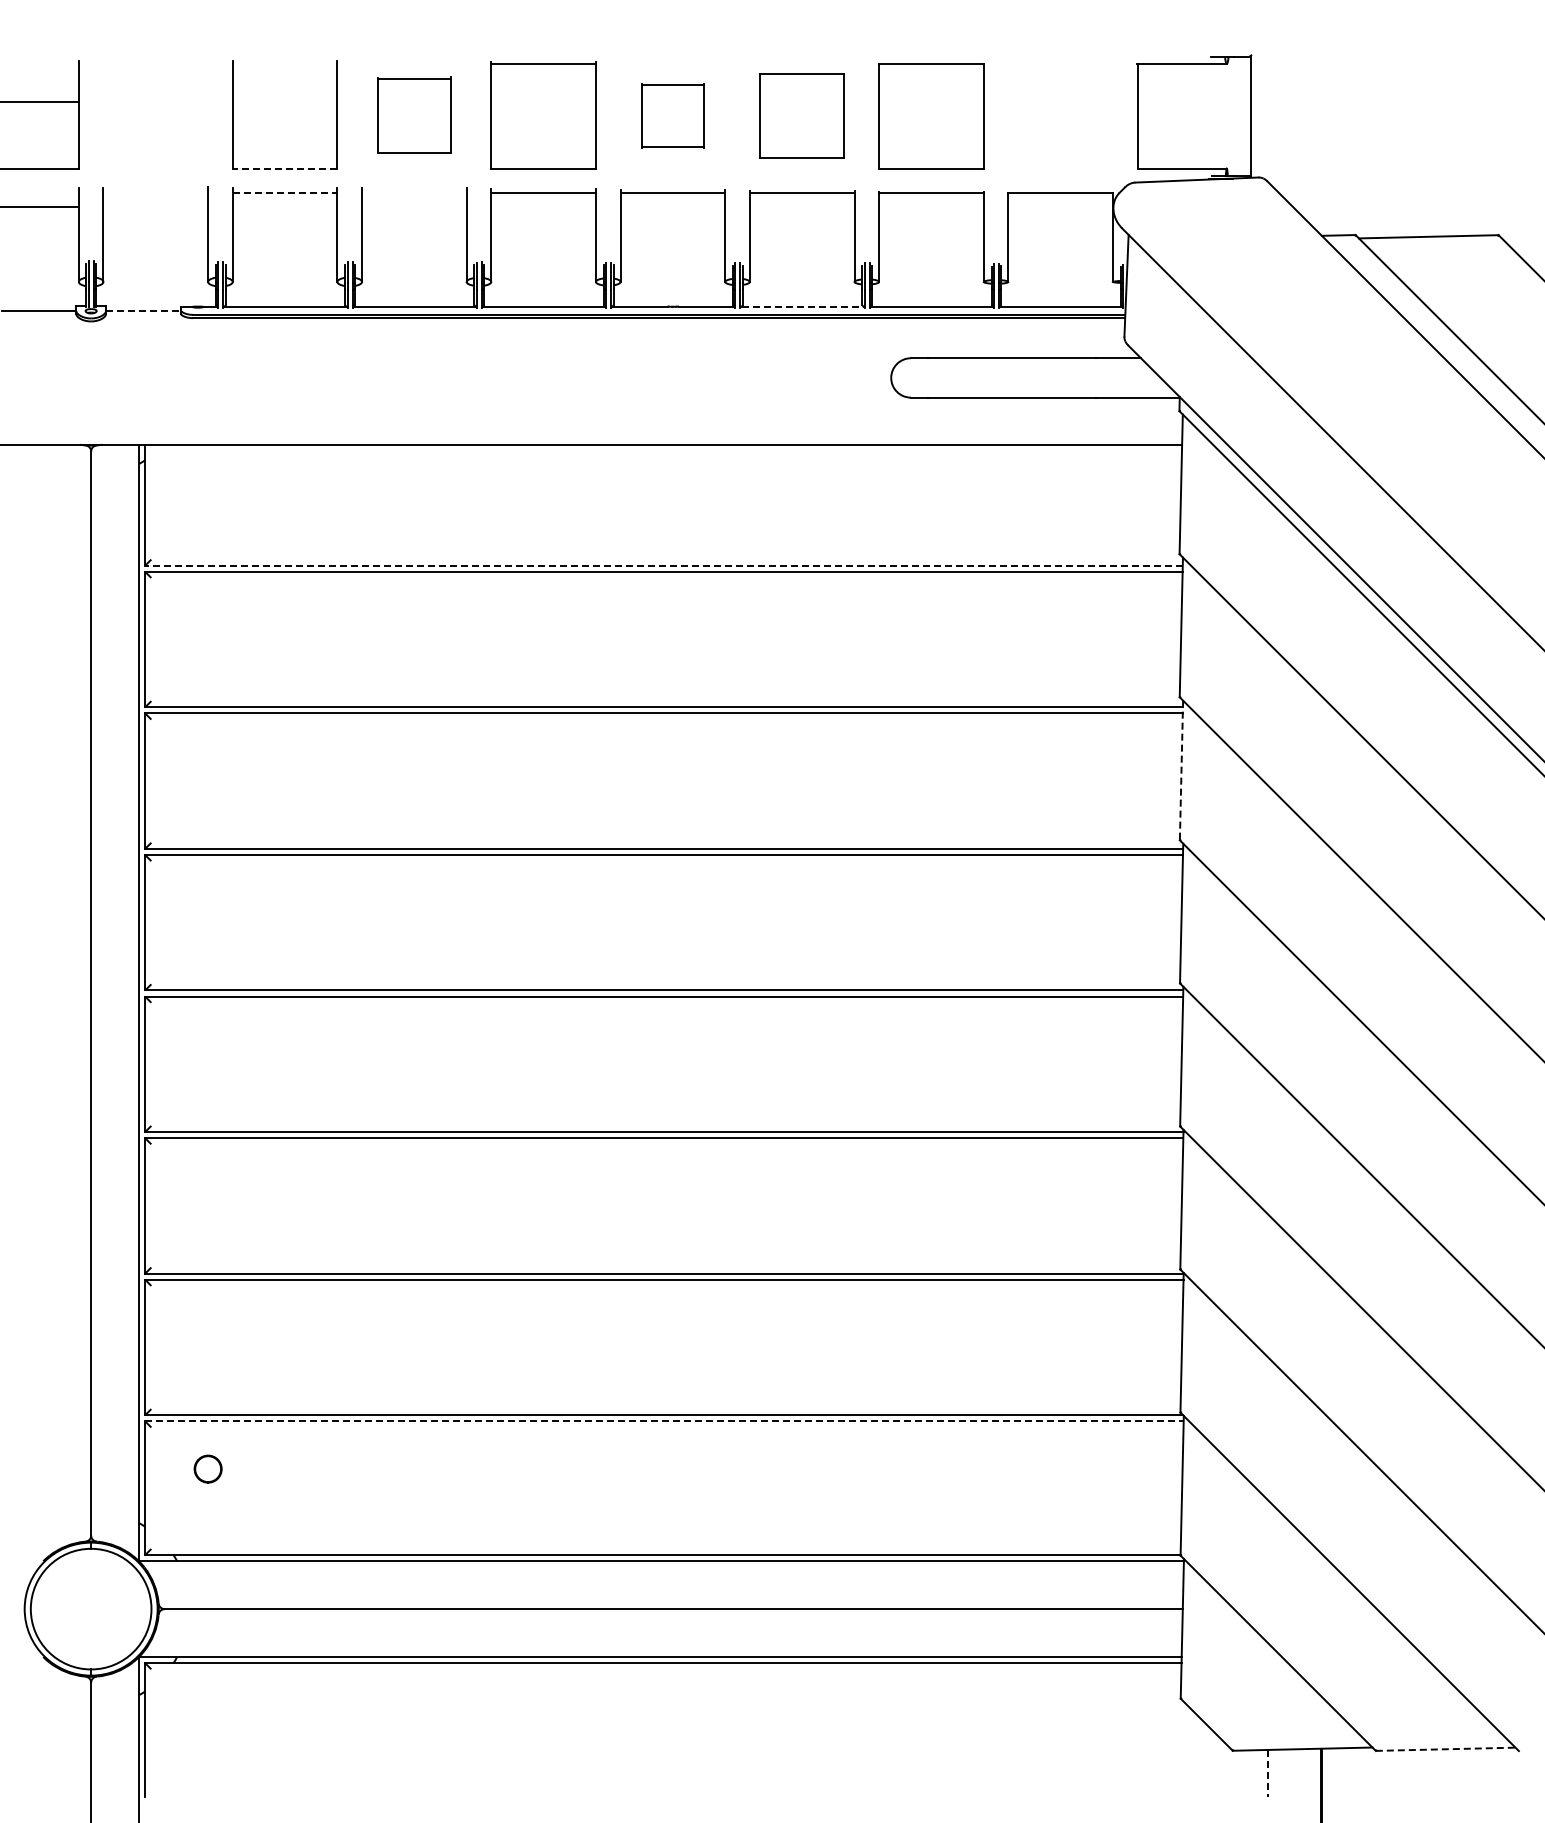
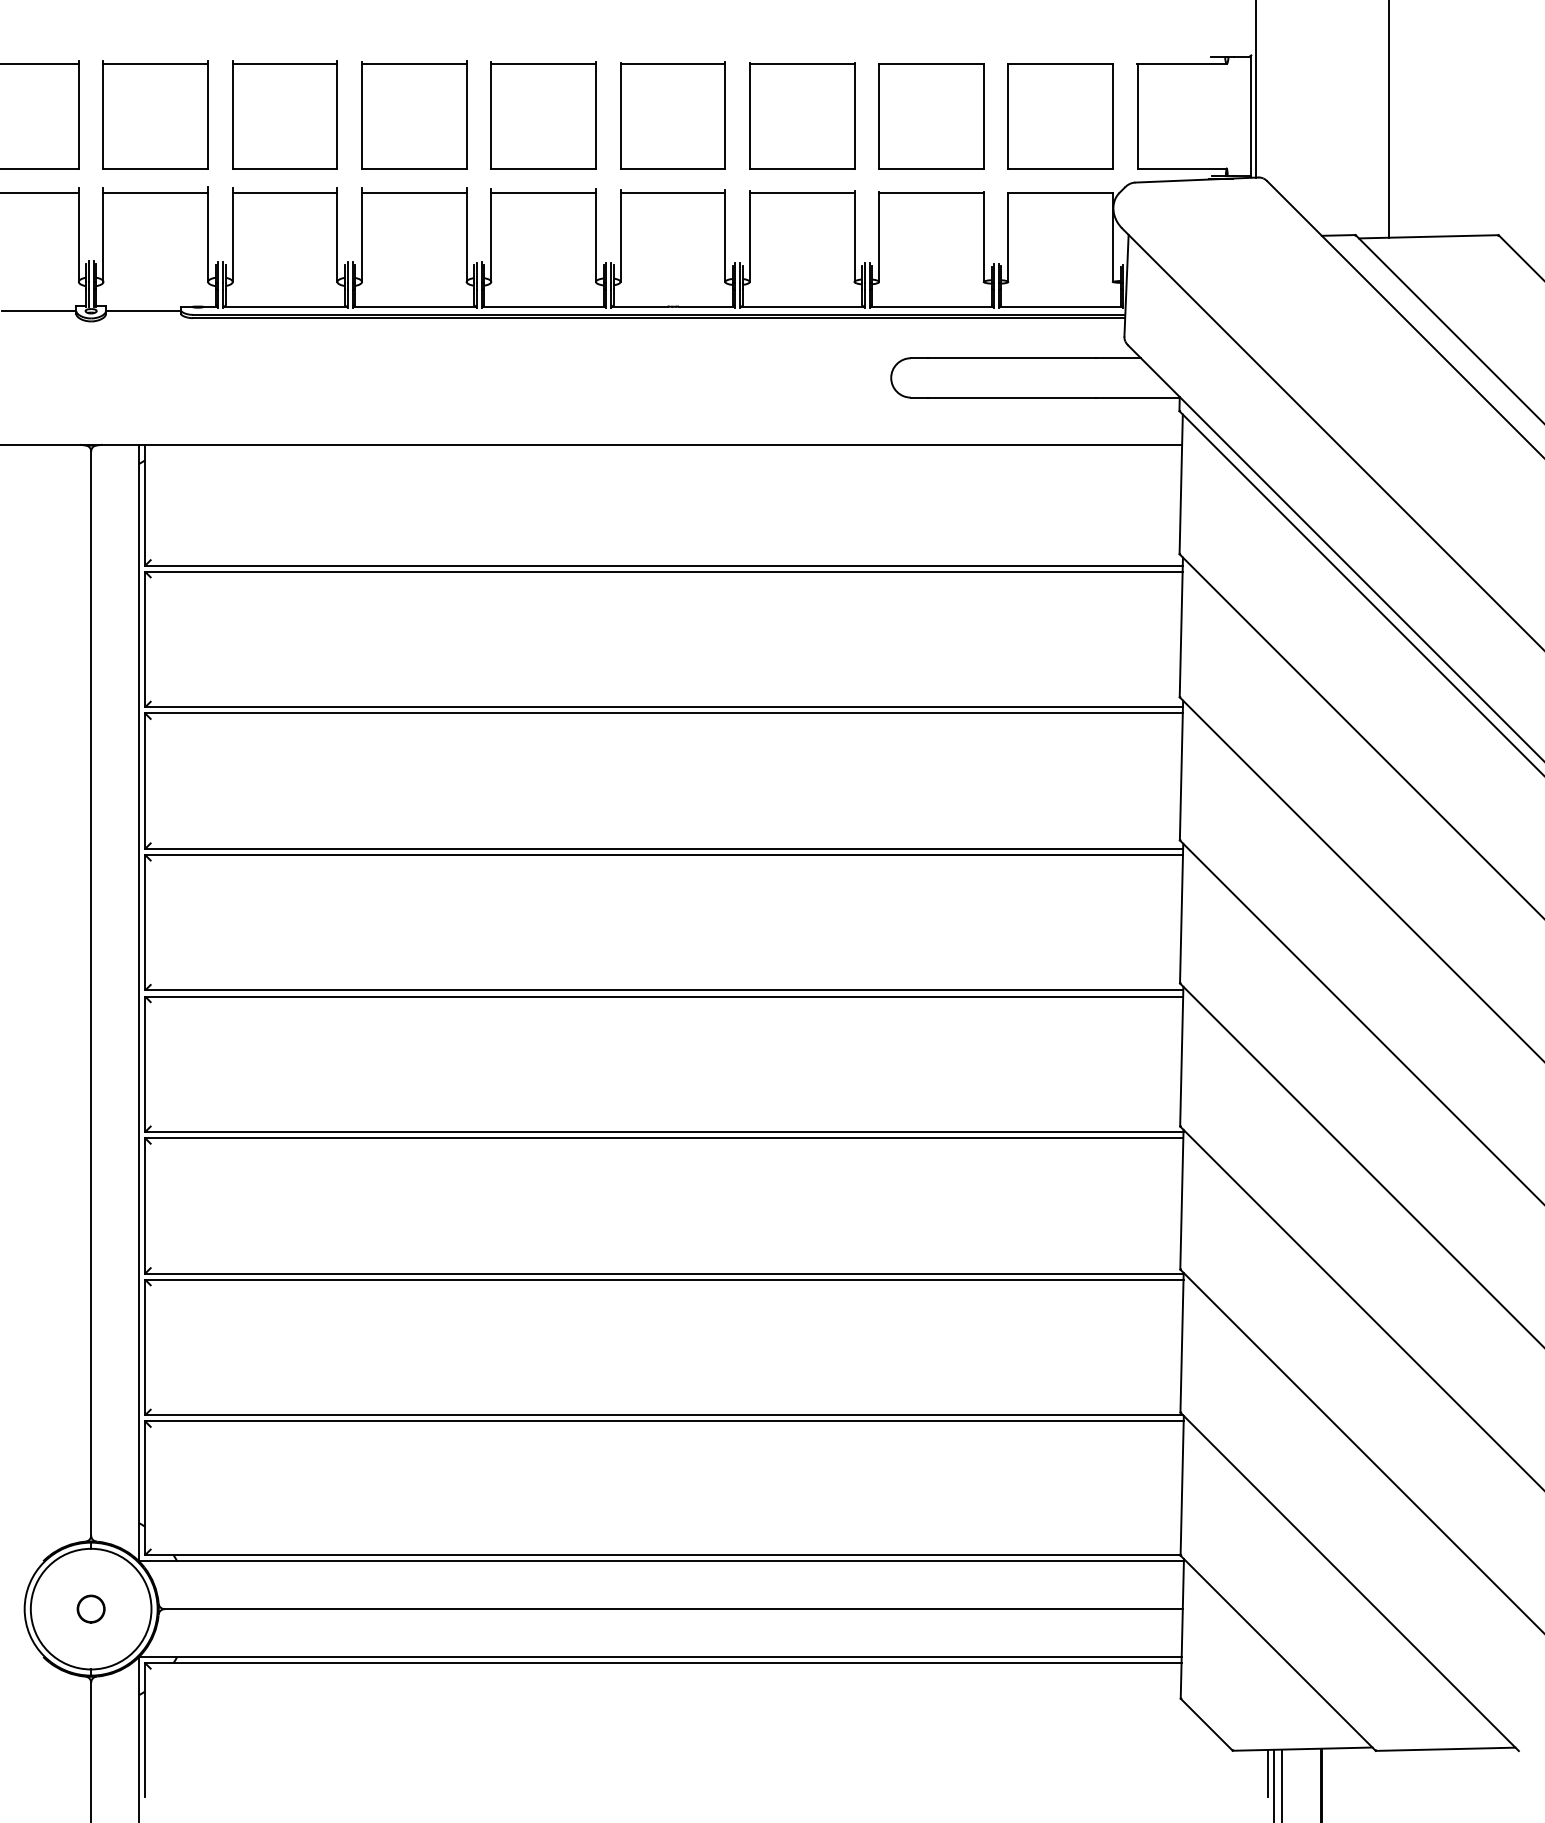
line at (284, 64): none -> present
line at (1255, 89): none -> present
line at (40, 102) position: (40, 102) -> (40, 64)
part at (155, 114): none -> present
part at (414, 114) size: 75x78 px -> 107x110 px
part at (672, 115) size: 64x66 px -> 106x109 px
part at (801, 115) size: 86x86 px -> 107x108 px
part at (1060, 116): none -> present
line at (1389, 119): none -> present
line at (284, 168): dashed -> solid
line at (155, 193): none -> present
line at (285, 193): dashed -> solid
line at (414, 193): none -> present
line at (40, 207) position: (40, 207) -> (40, 193)
line at (802, 306): dashed -> solid
line at (143, 311): dashed -> solid
line at (663, 565): dashed -> solid
line at (1181, 770): dashed -> solid
line at (664, 1421): dashed -> solid
part at (207, 1468) position: (207, 1468) -> (90, 1608)
line at (1445, 1749): dashed -> solid
line at (1268, 1773): dashed -> solid
line at (1274, 1784): none -> present
line at (1281, 1784): none -> present
